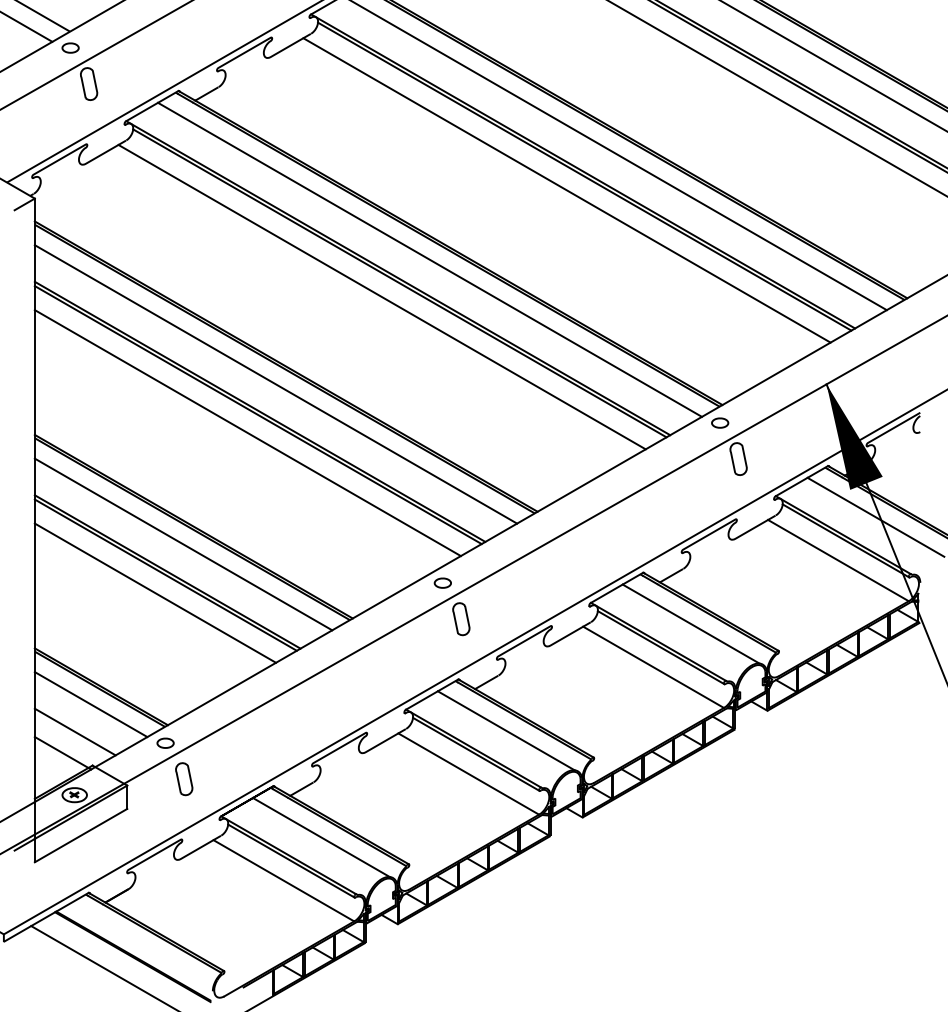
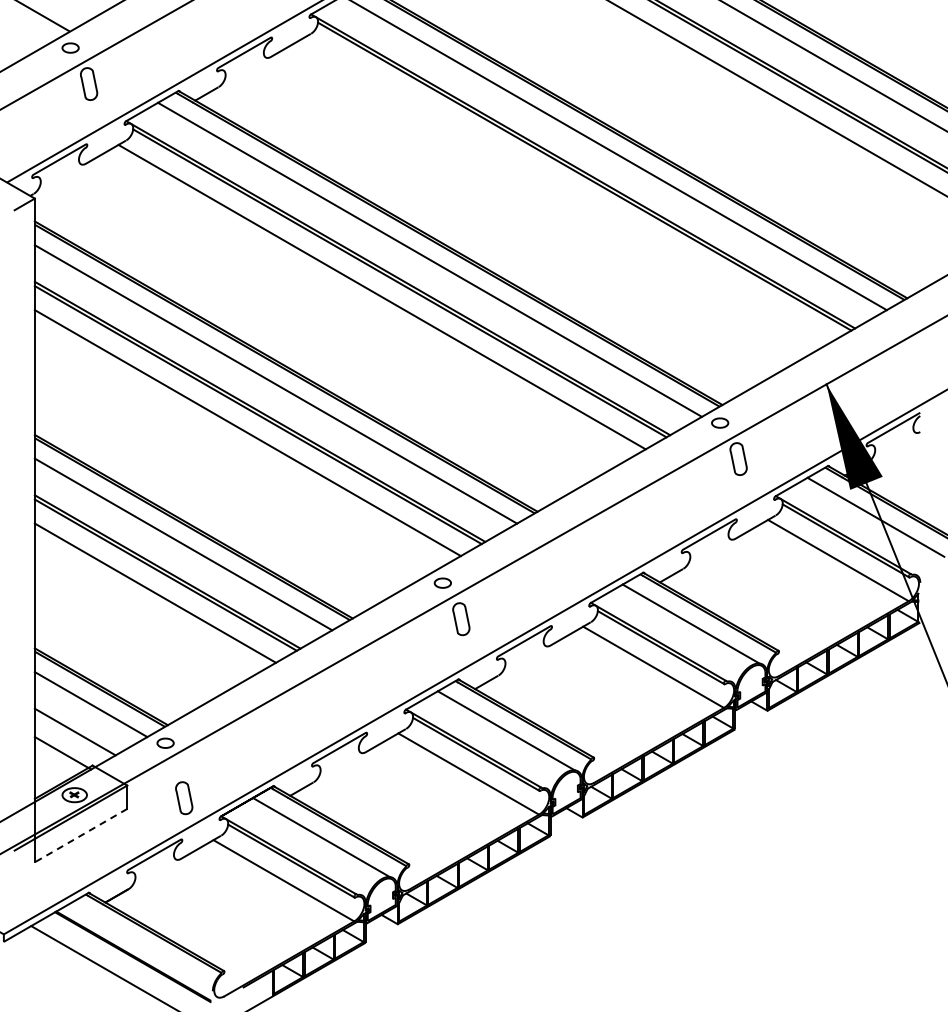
line at (27, 26): present -> none
line at (566, 190): present -> none
part at (184, 779) position: (184, 779) -> (184, 798)
line at (80, 835): solid -> dashed
